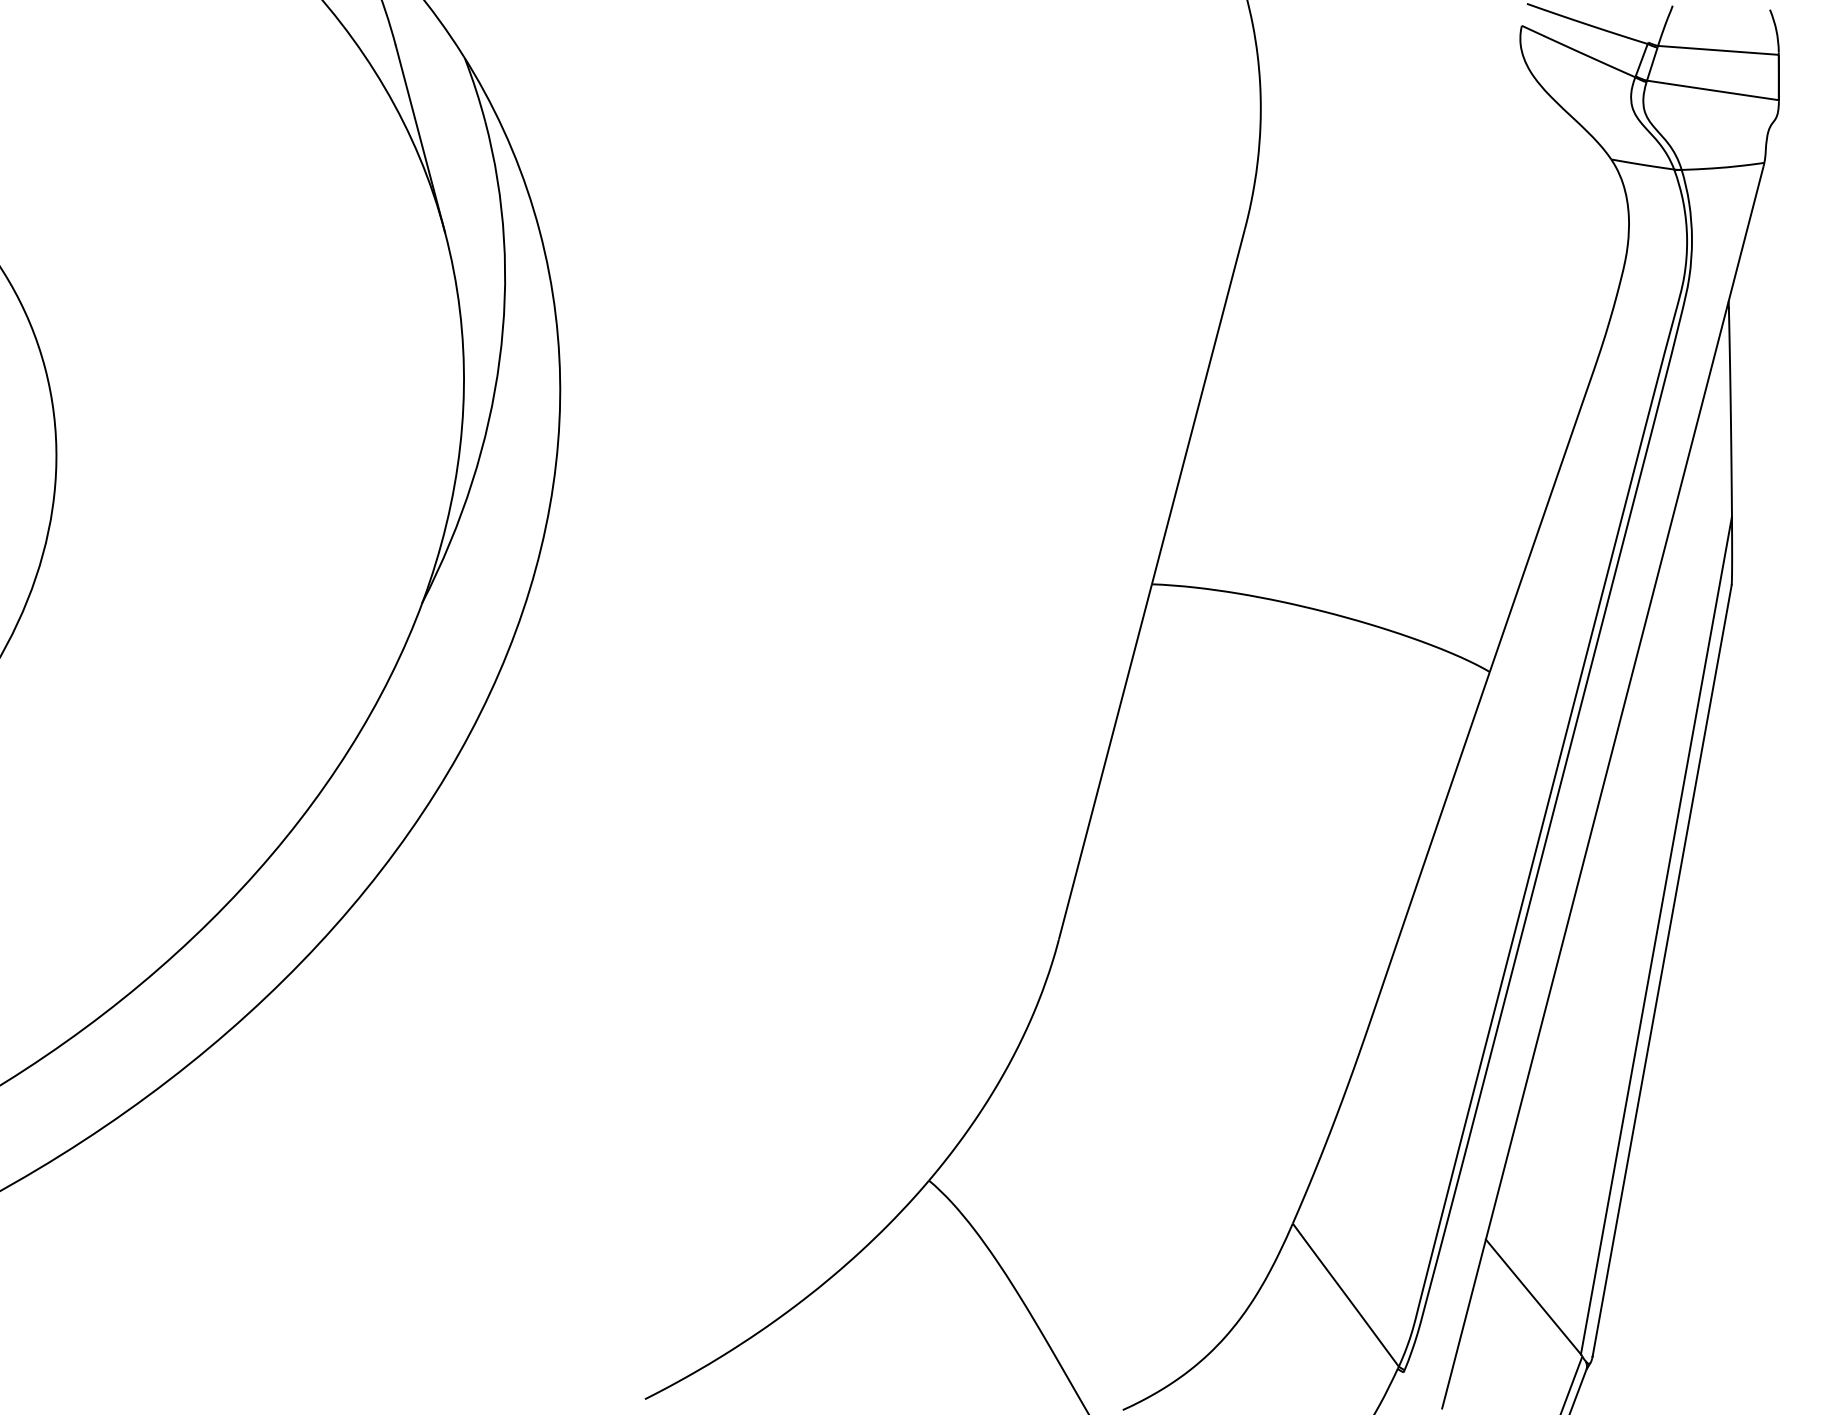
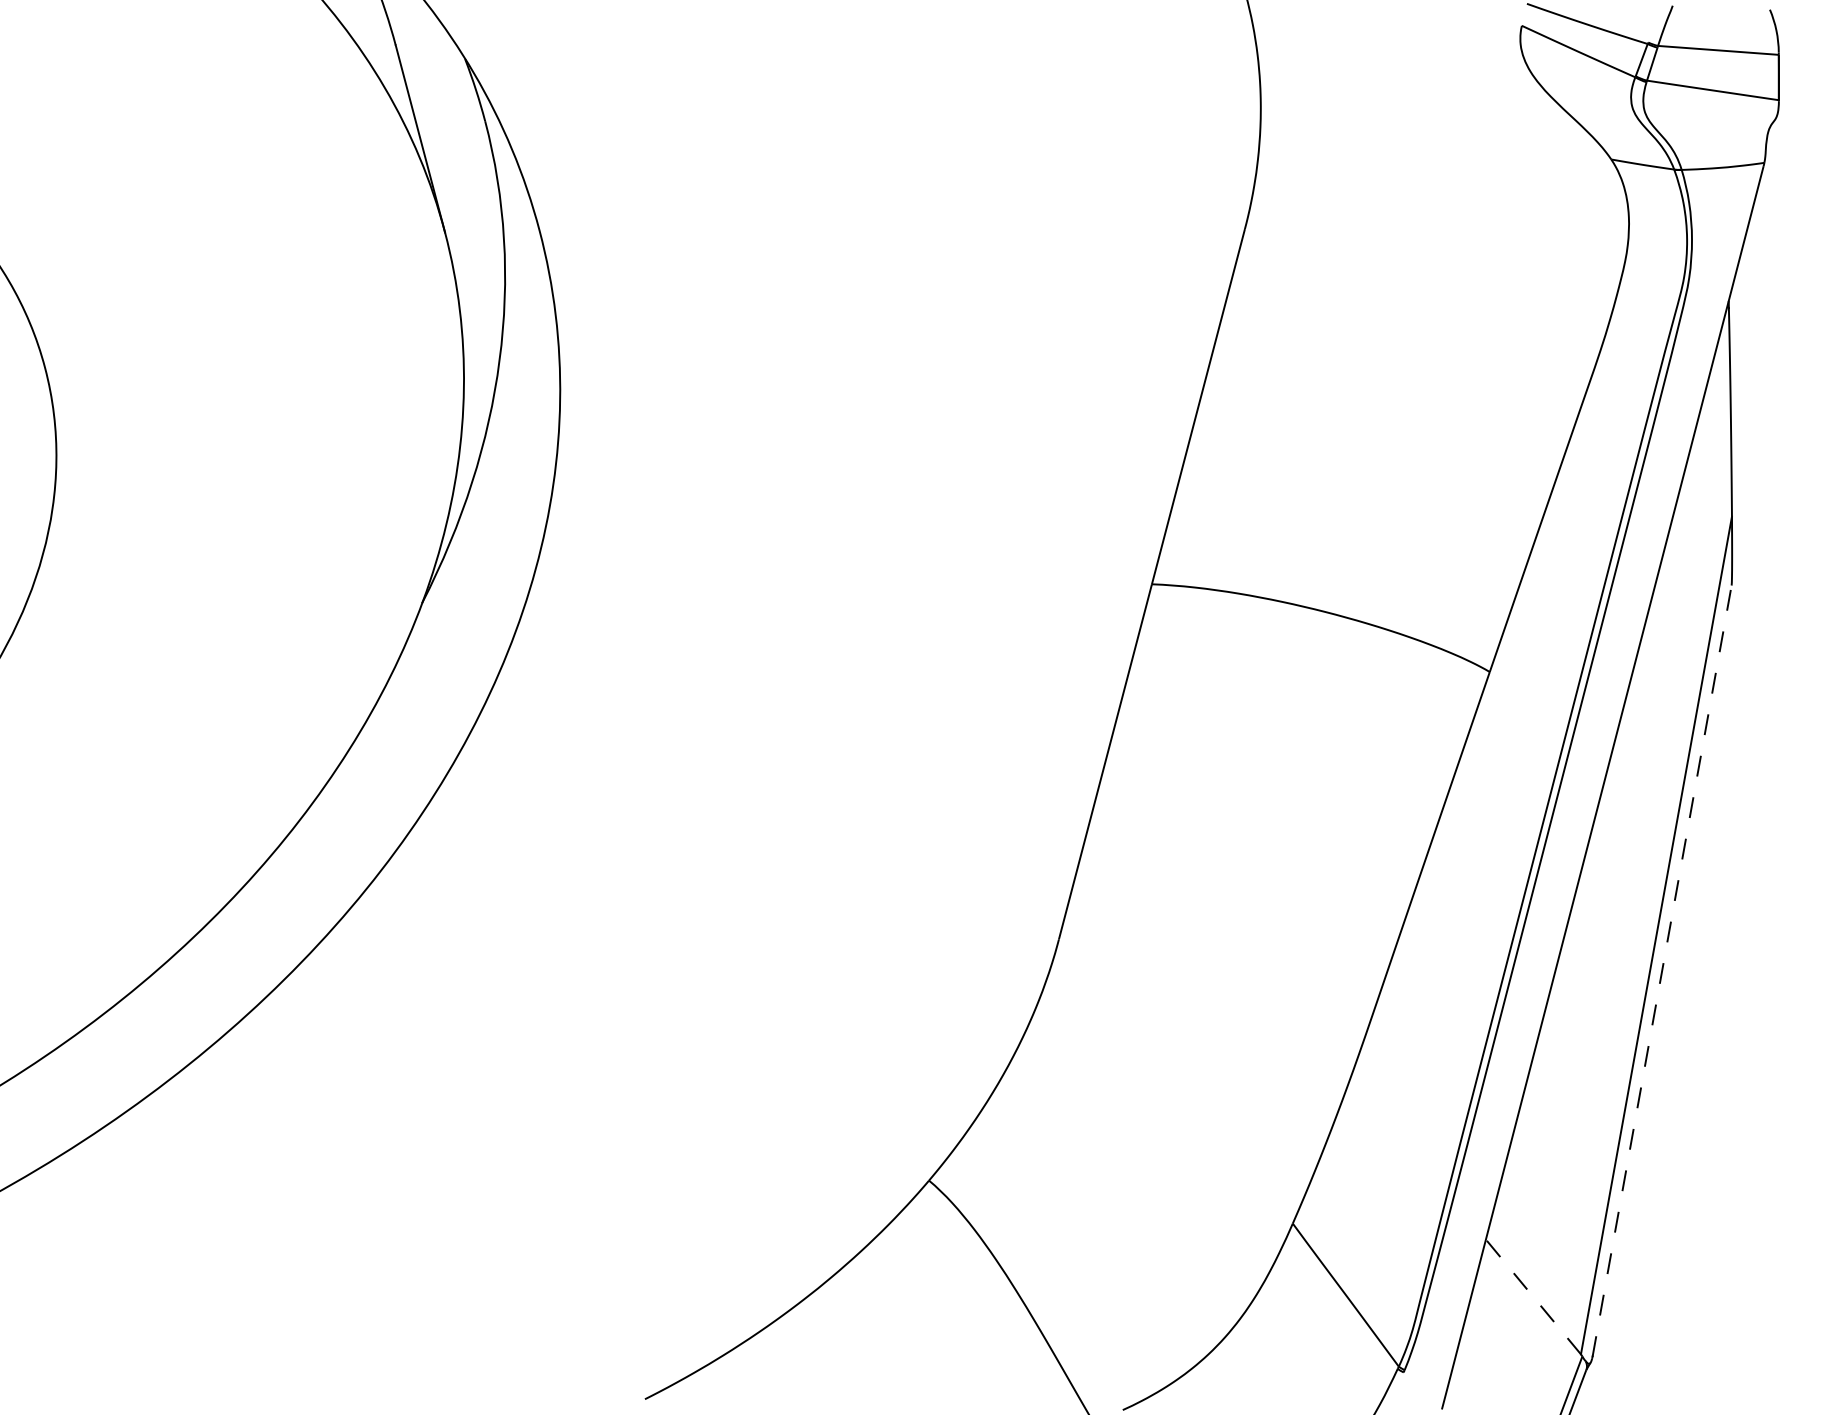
line at (1662, 970): solid -> dashed
line at (1533, 1296): solid -> dashed
